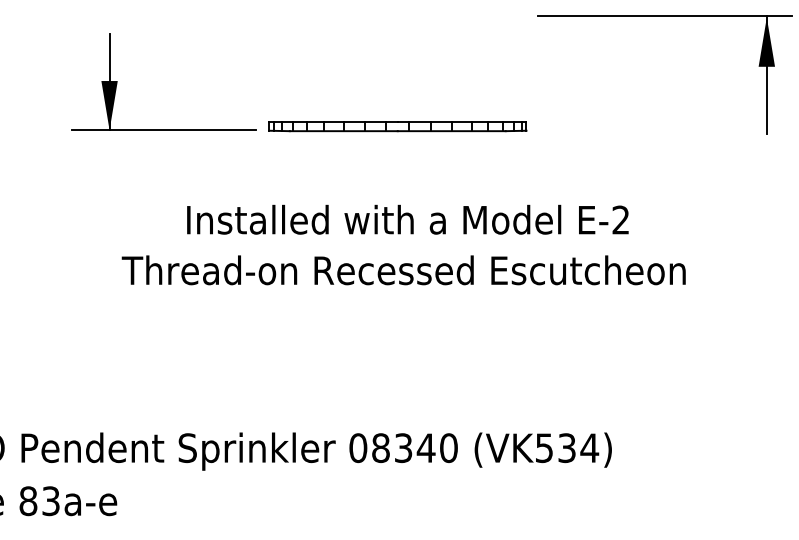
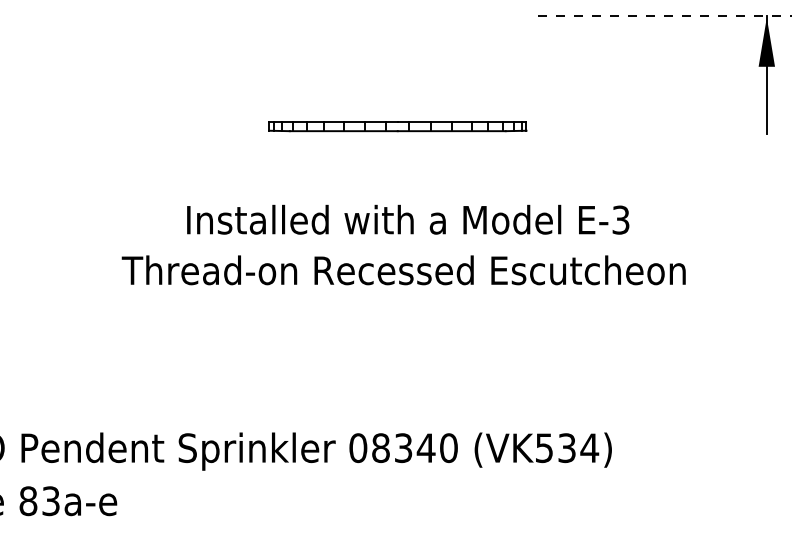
line at (665, 15): solid -> dashed
part at (117, 81): present -> none
text at (620, 219): E-2 -> E-3
